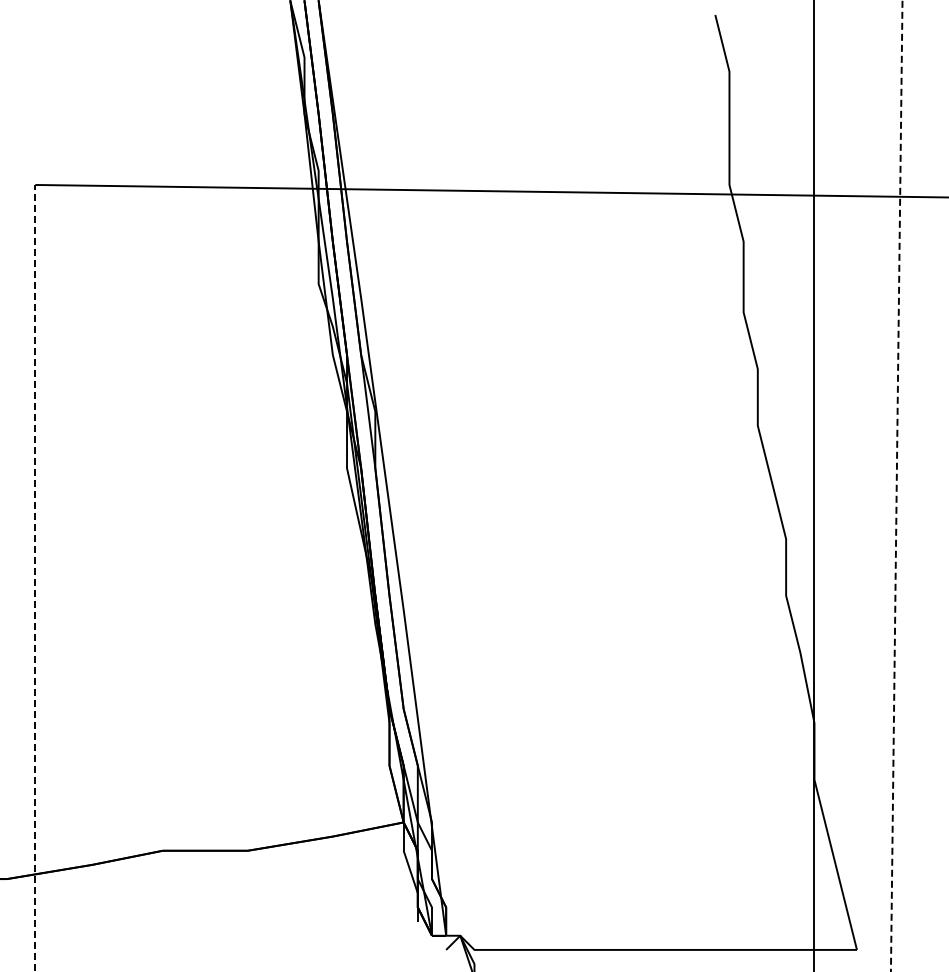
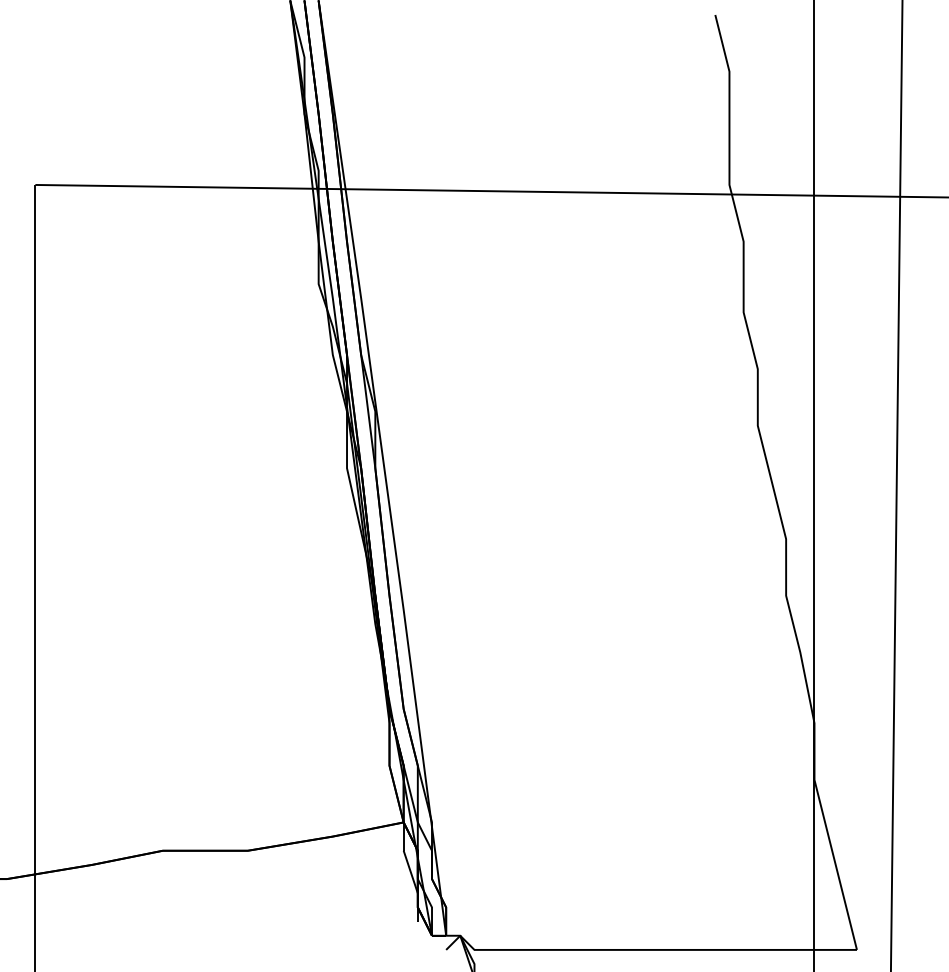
line at (896, 486): dashed -> solid
line at (35, 577): dashed -> solid
